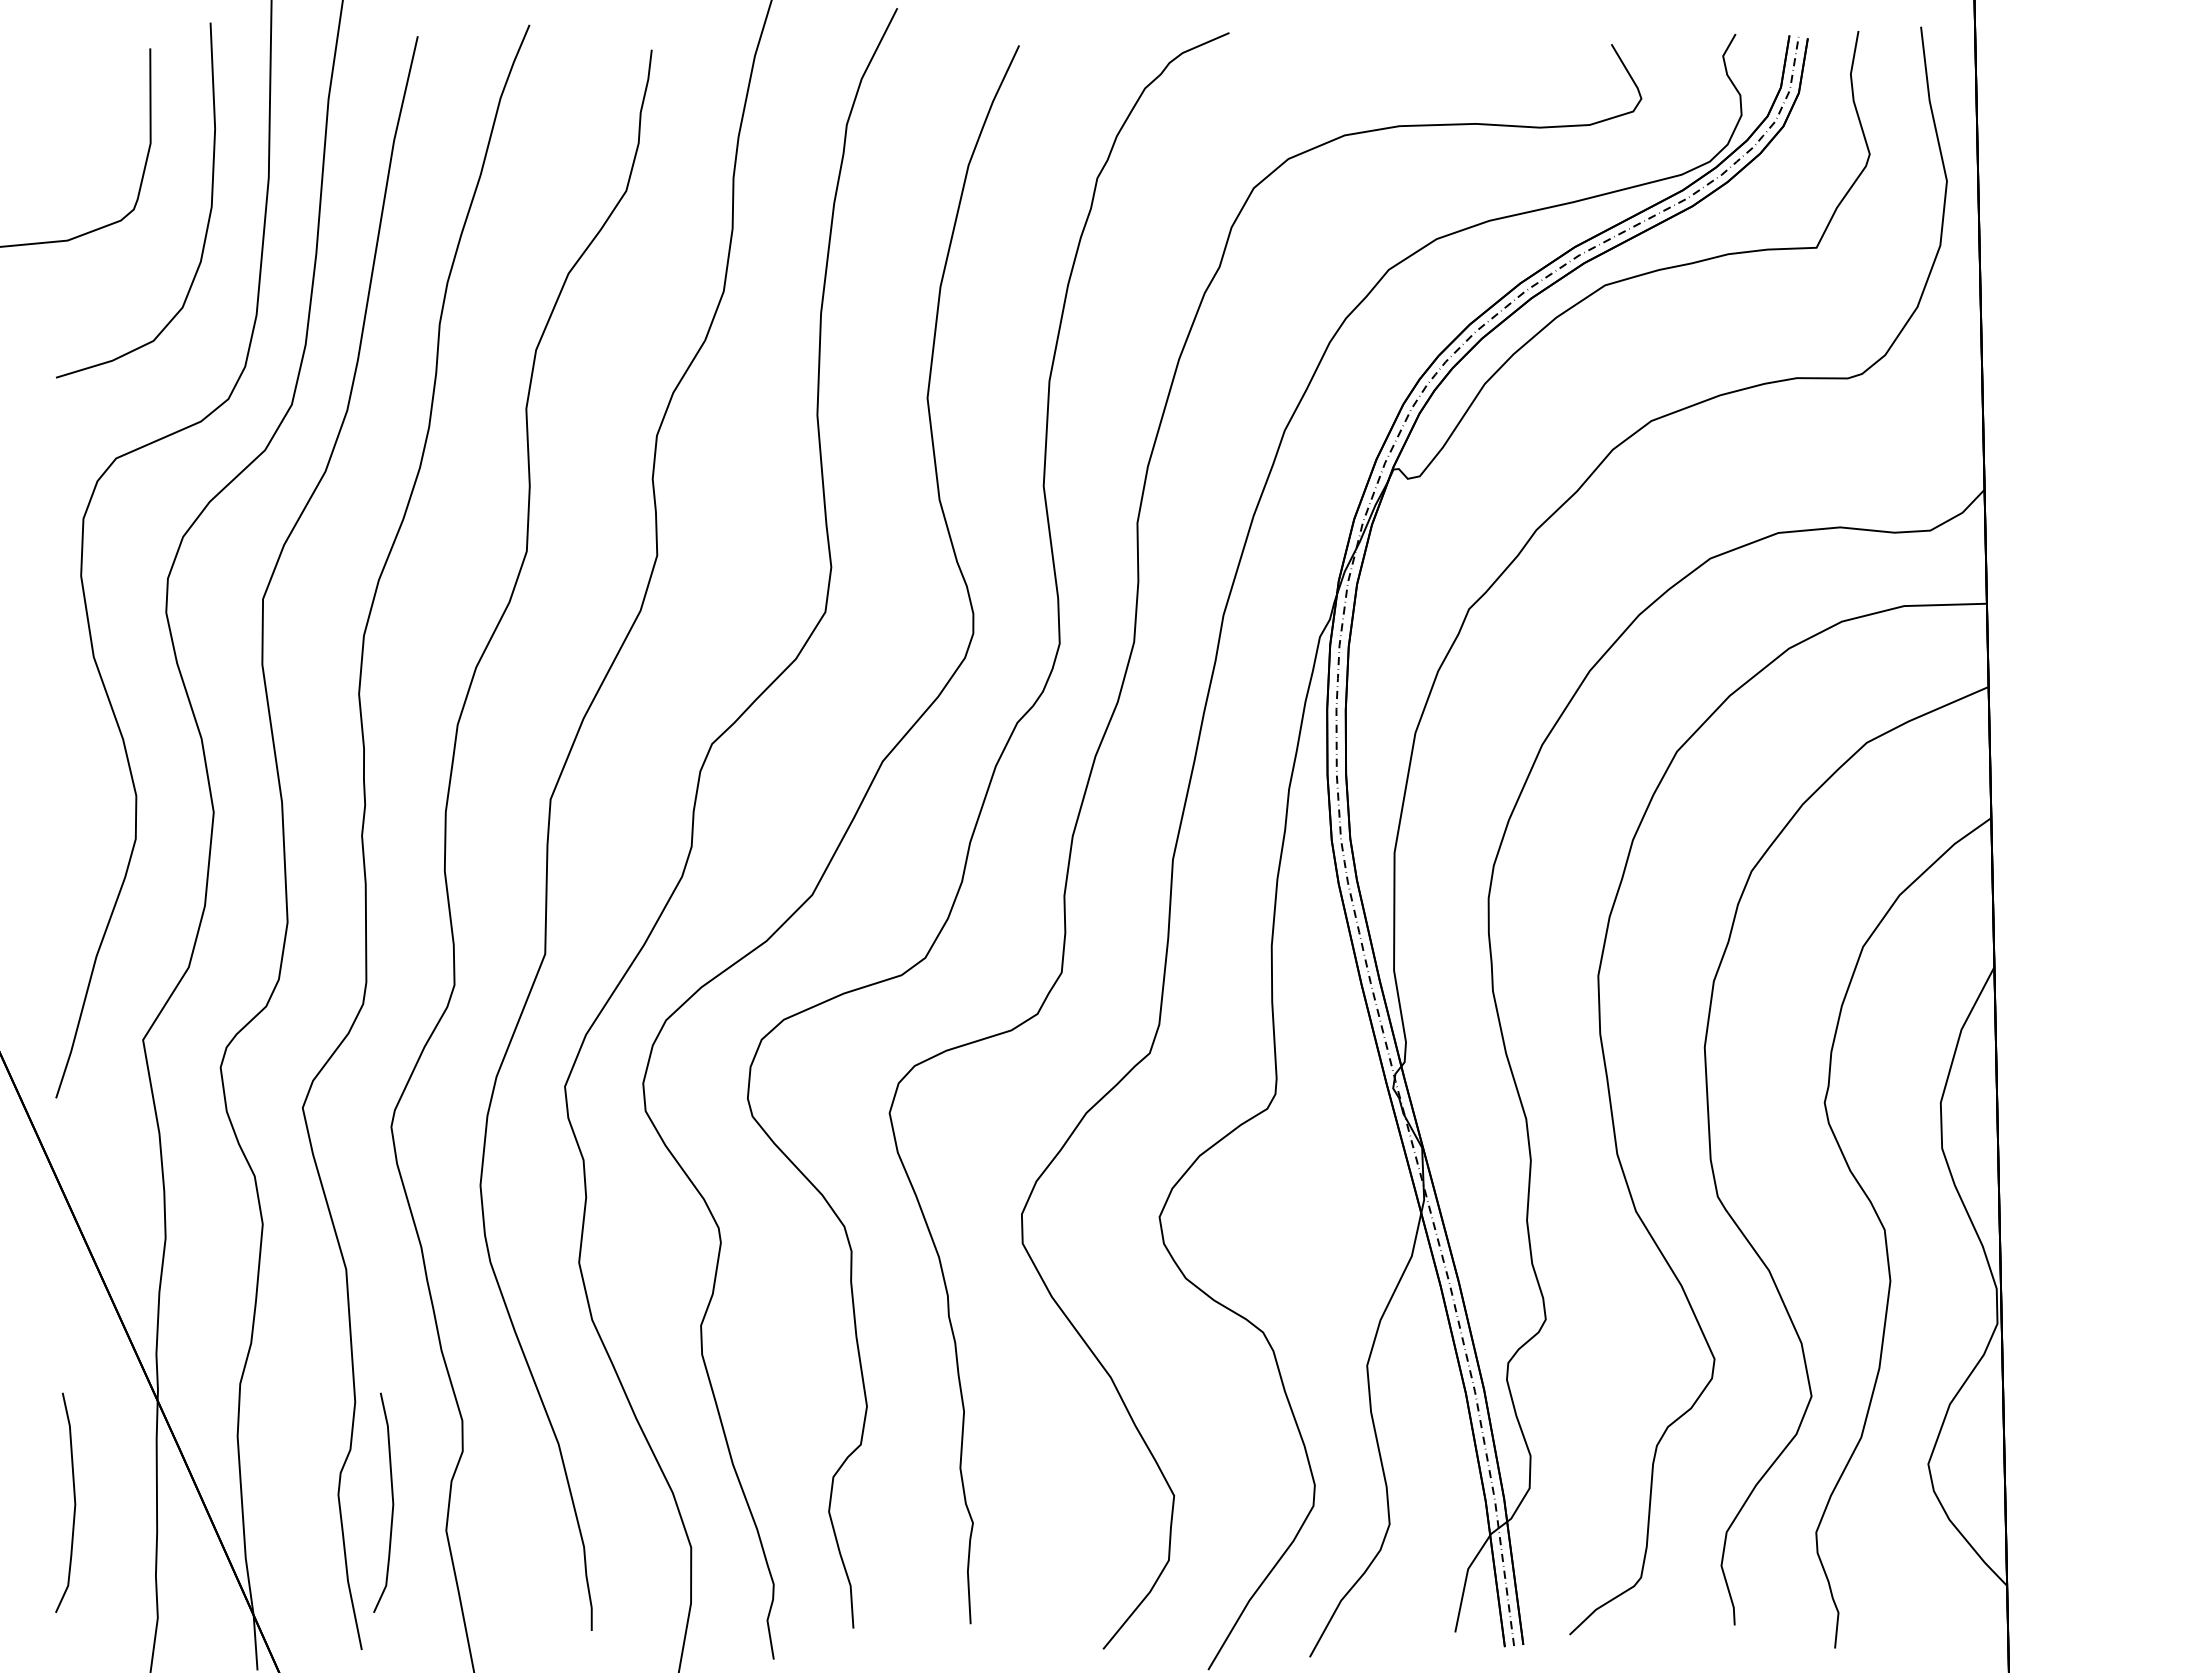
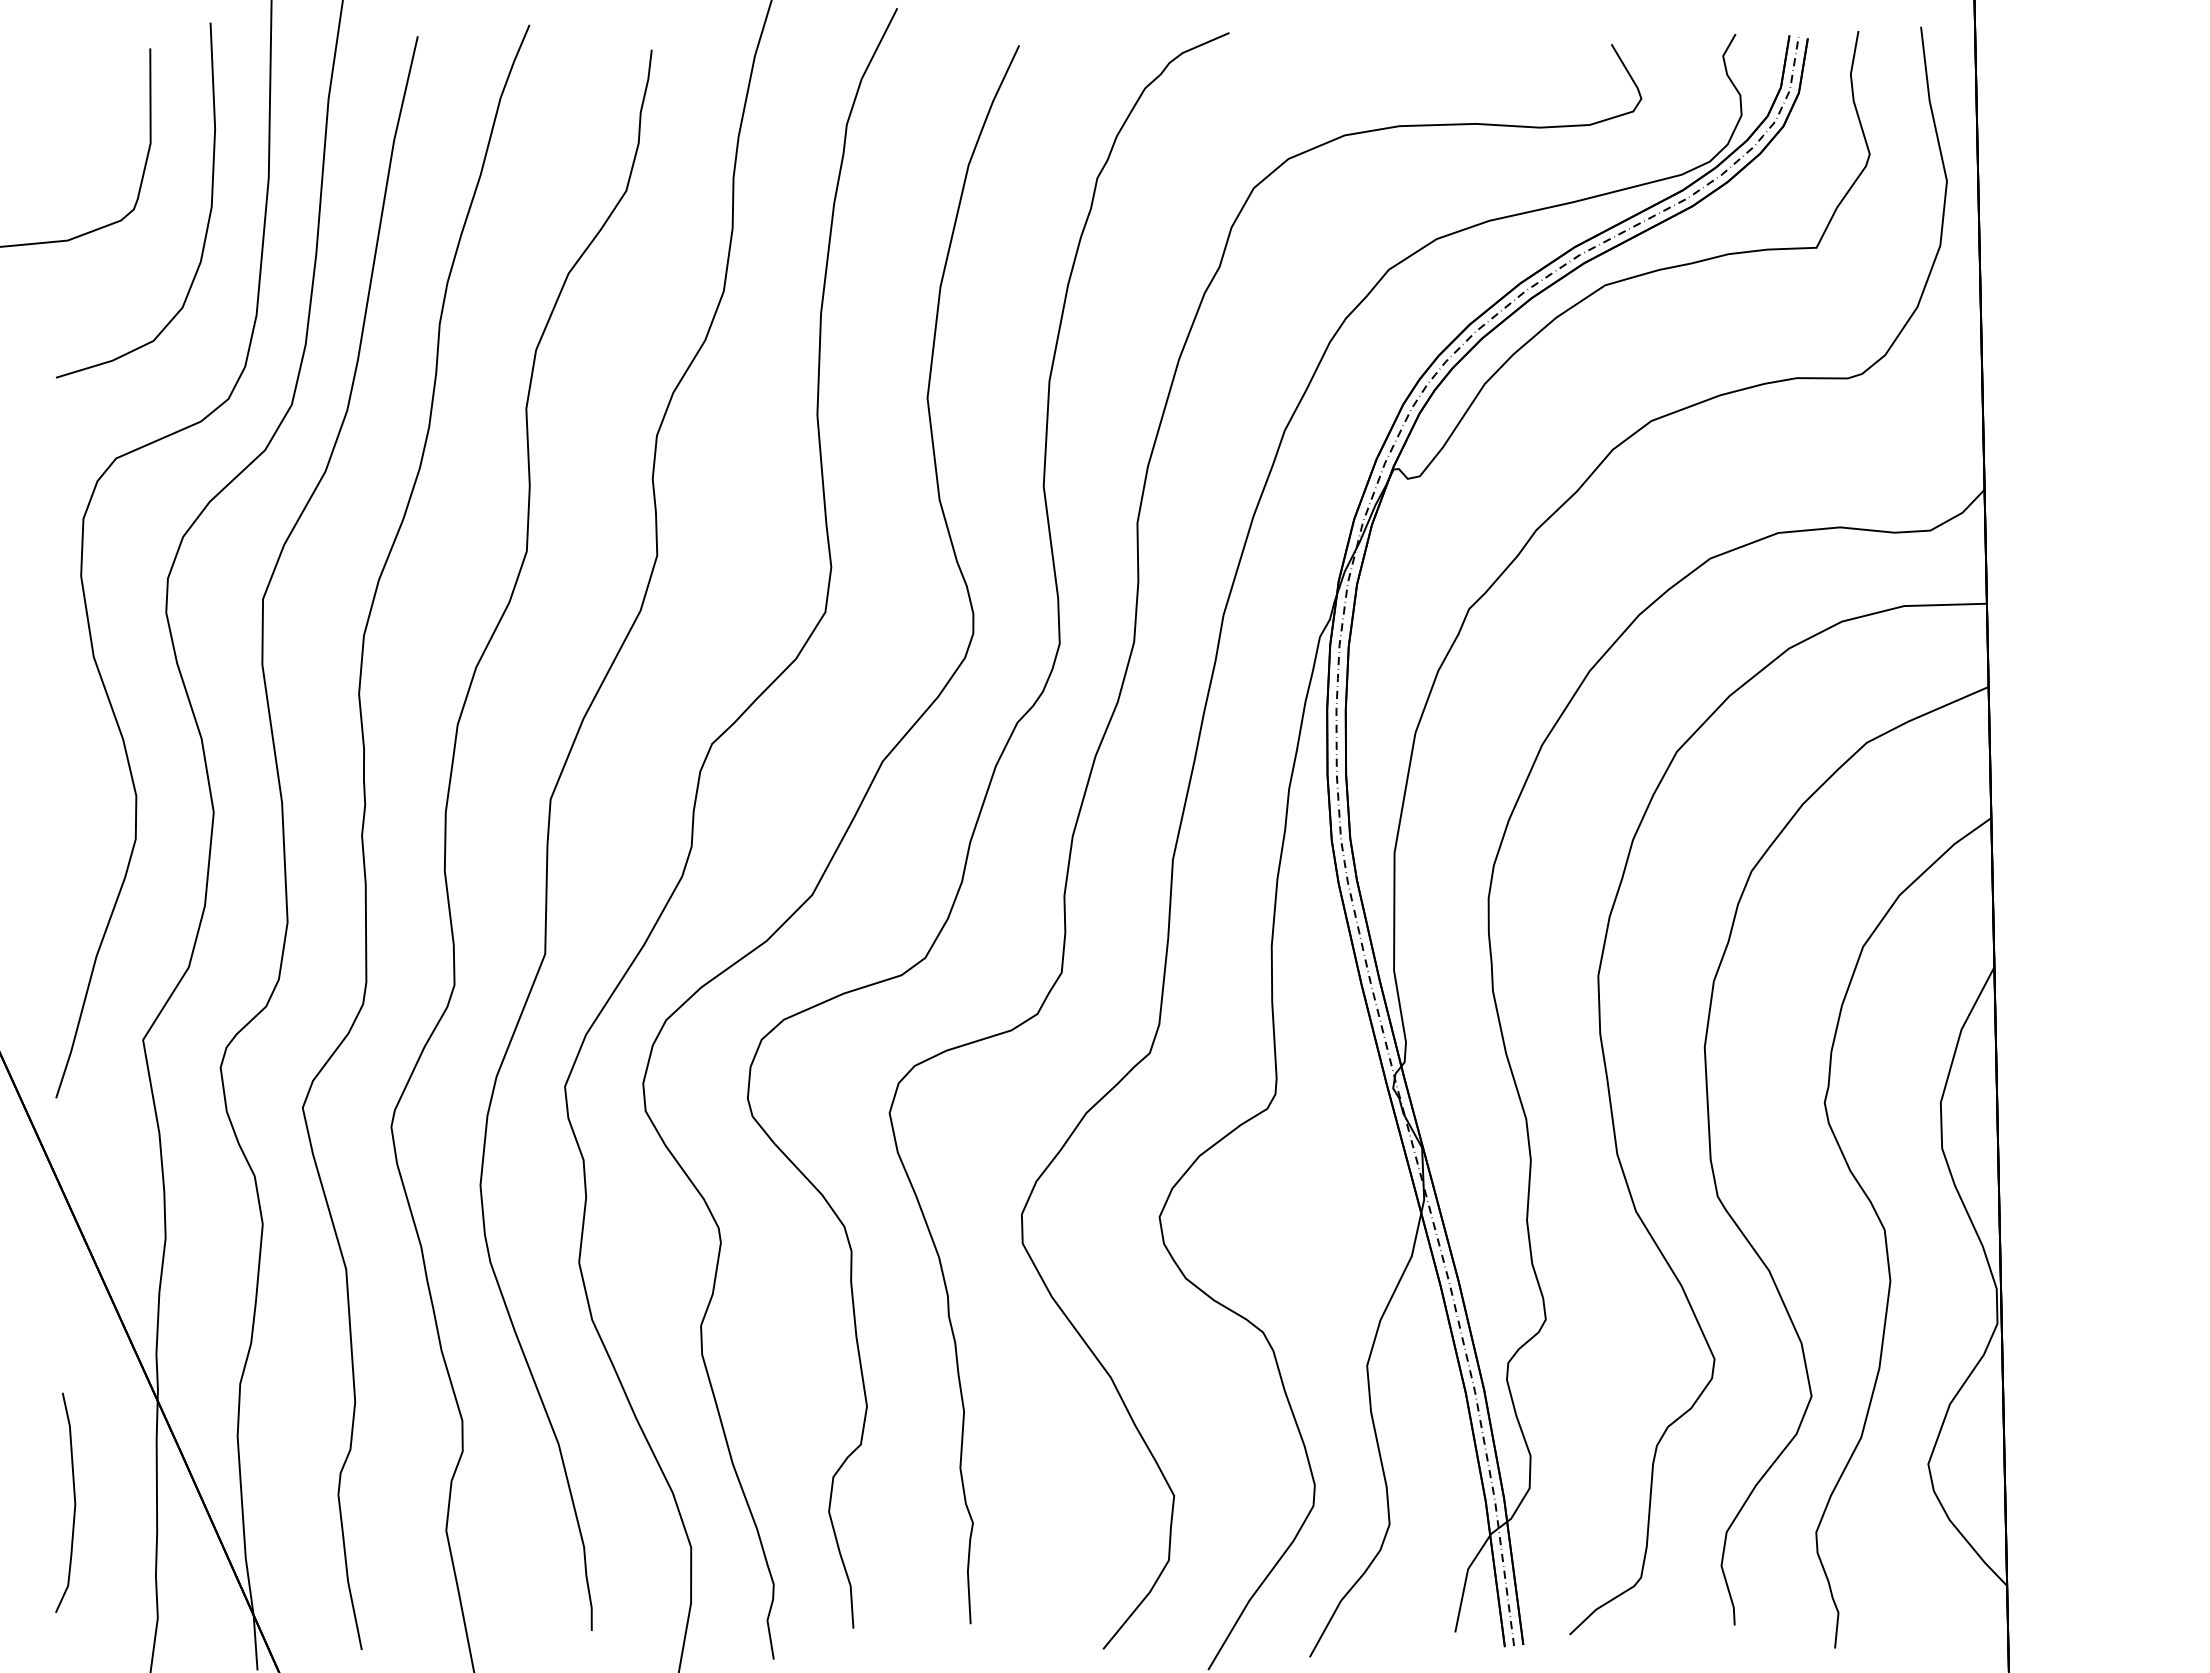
curve at (392, 1502): present -> none
